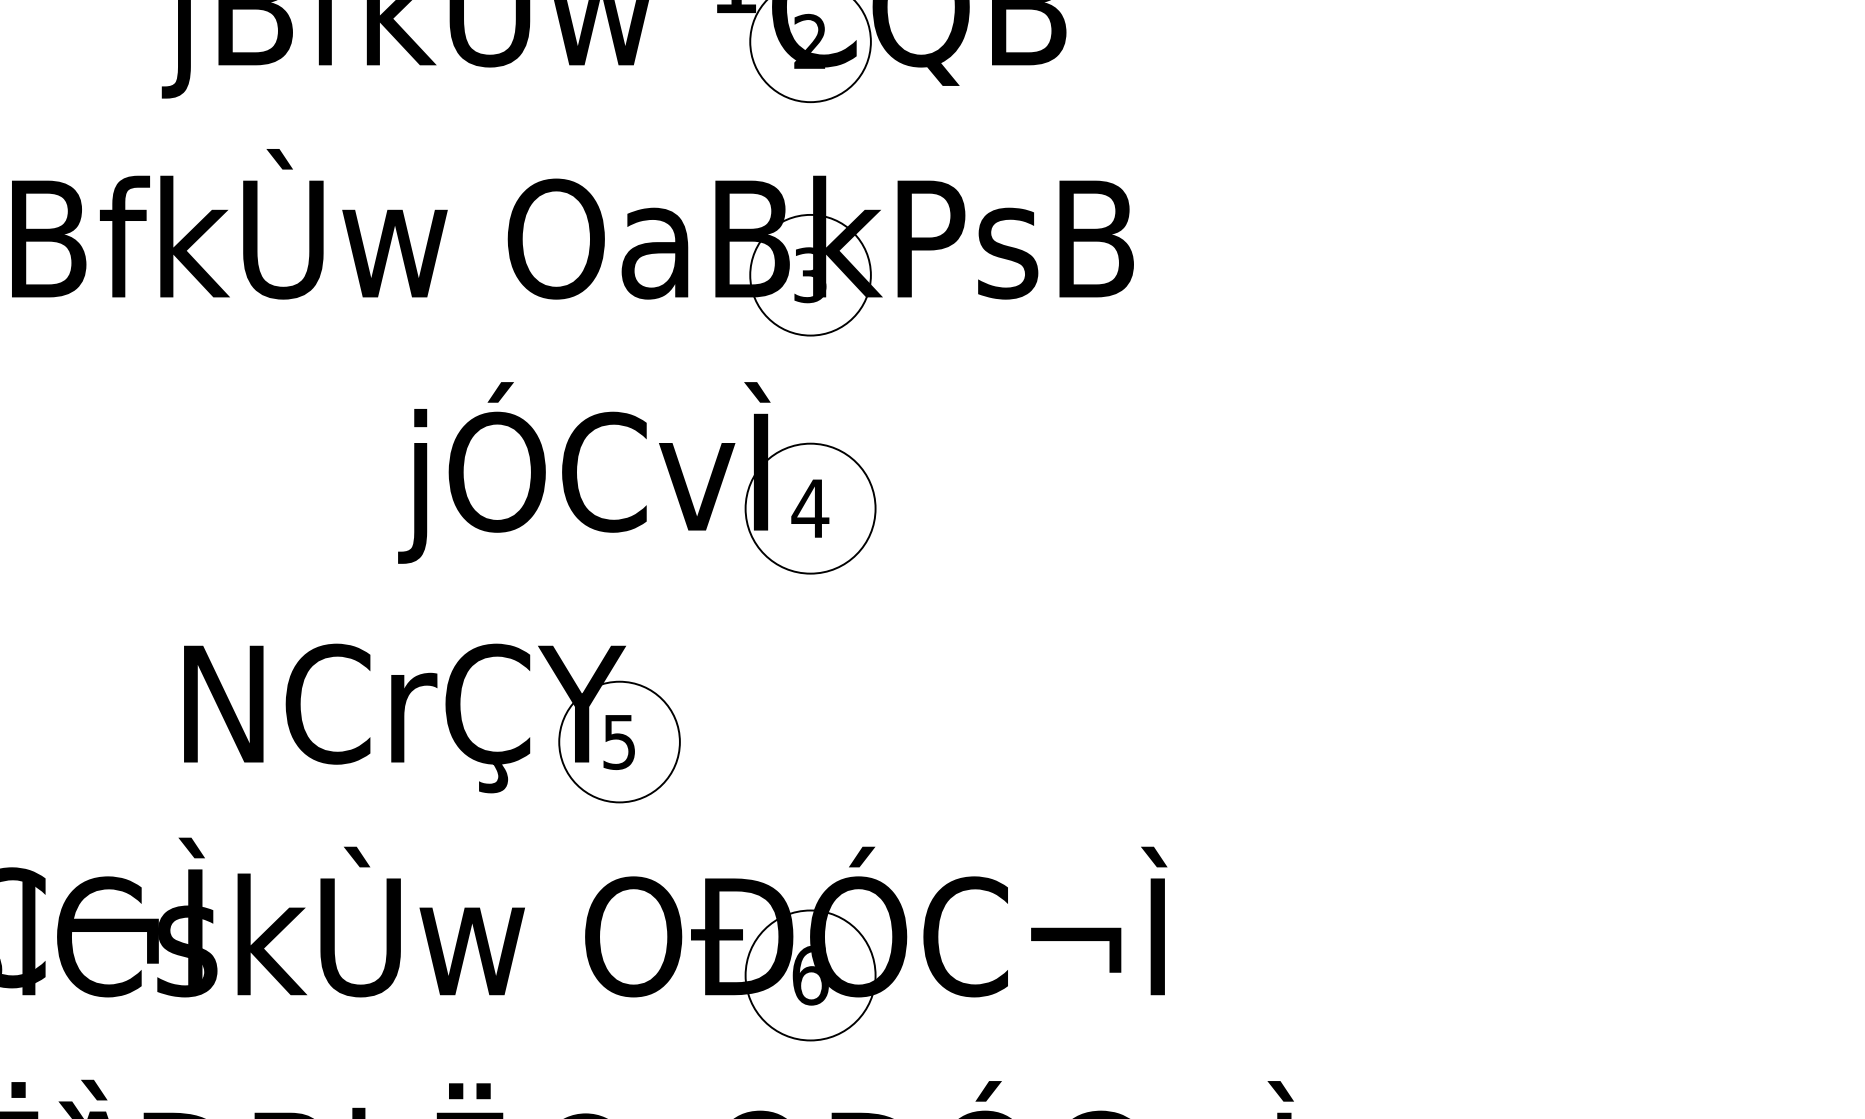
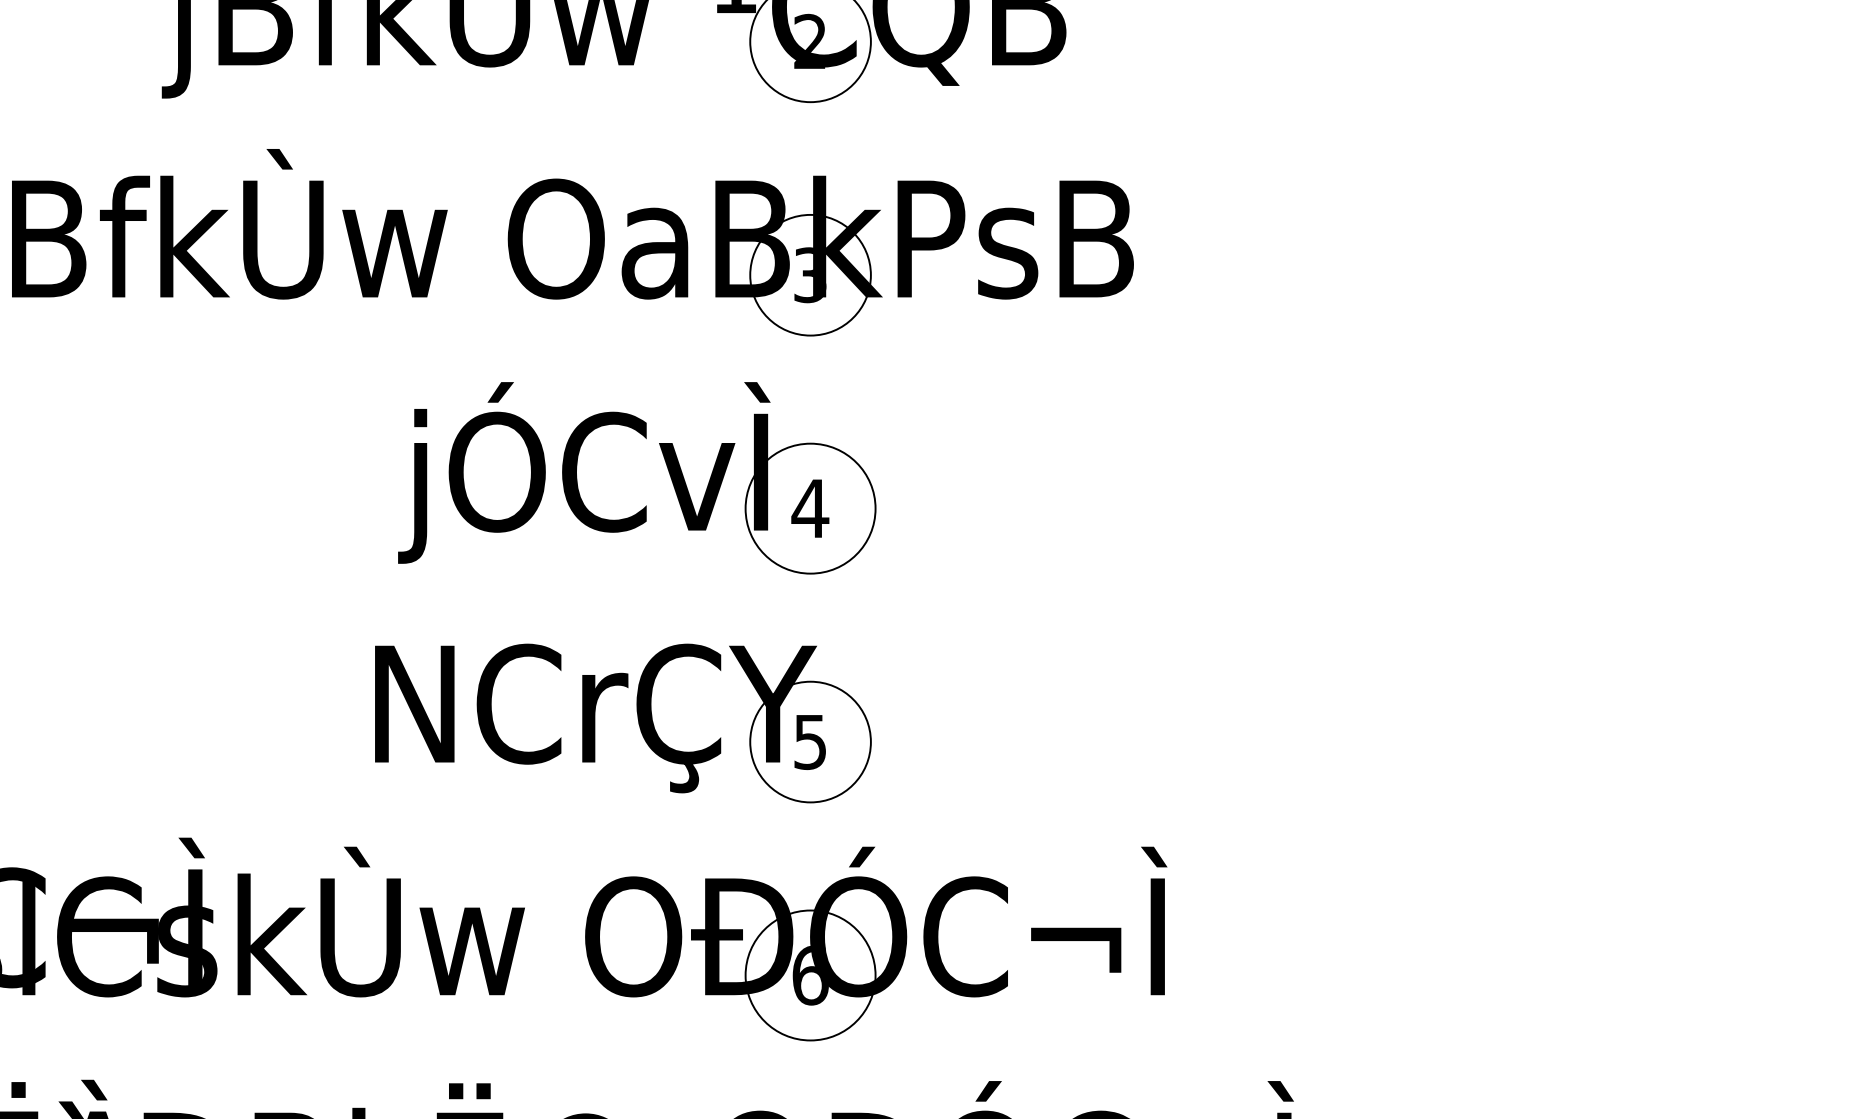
part at (446, 719) position: (446, 719) -> (637, 719)
